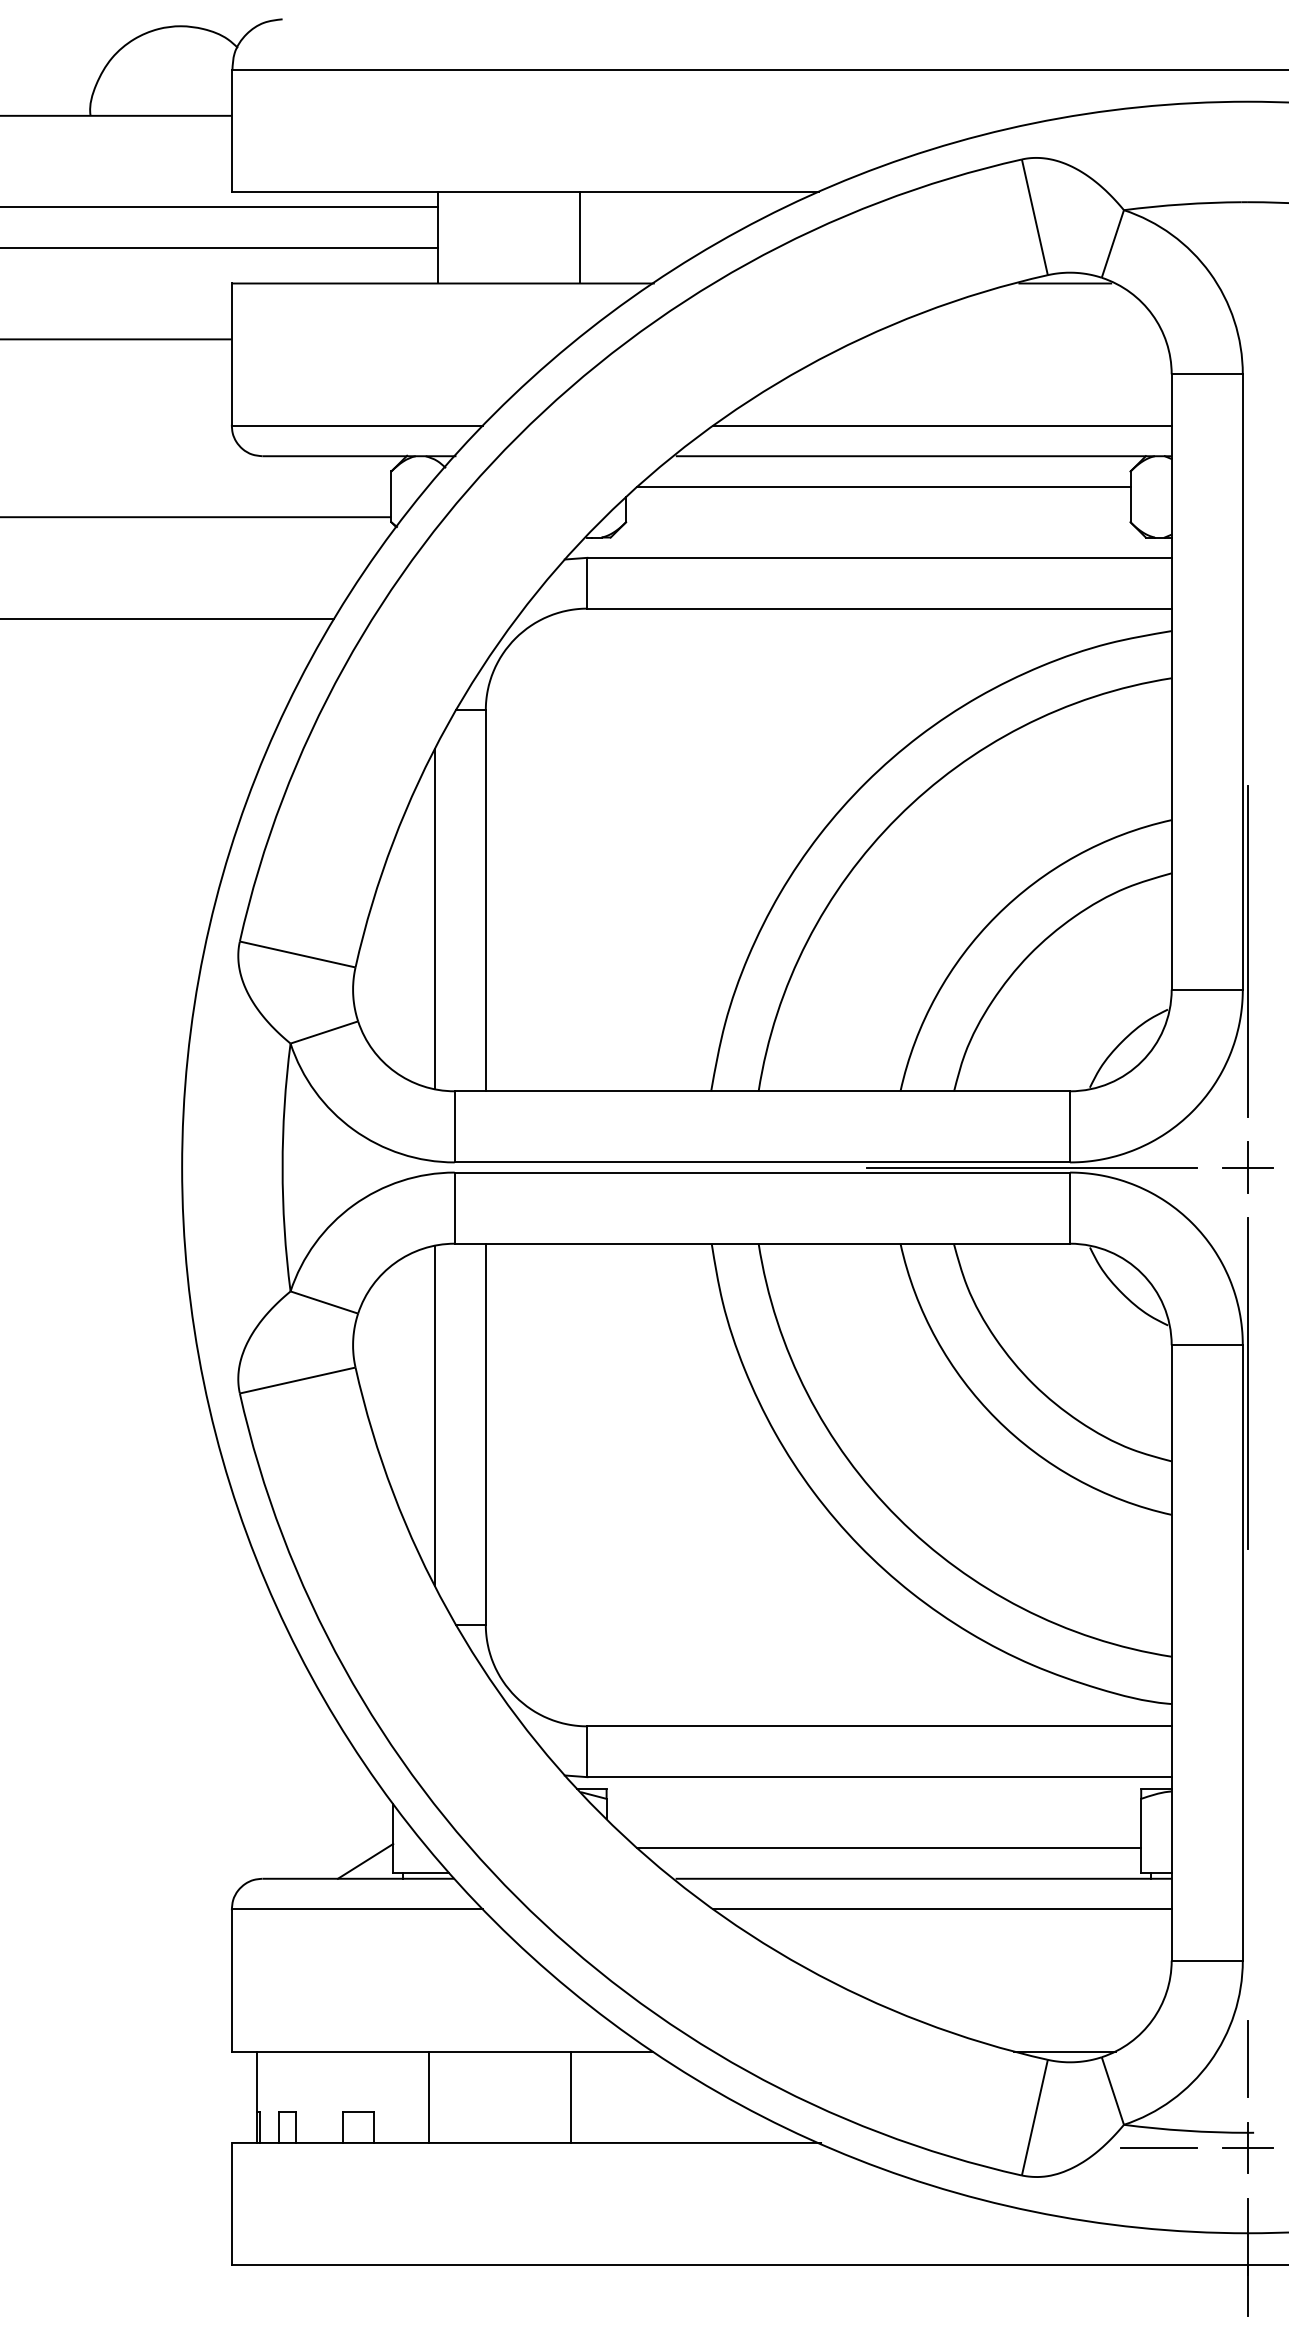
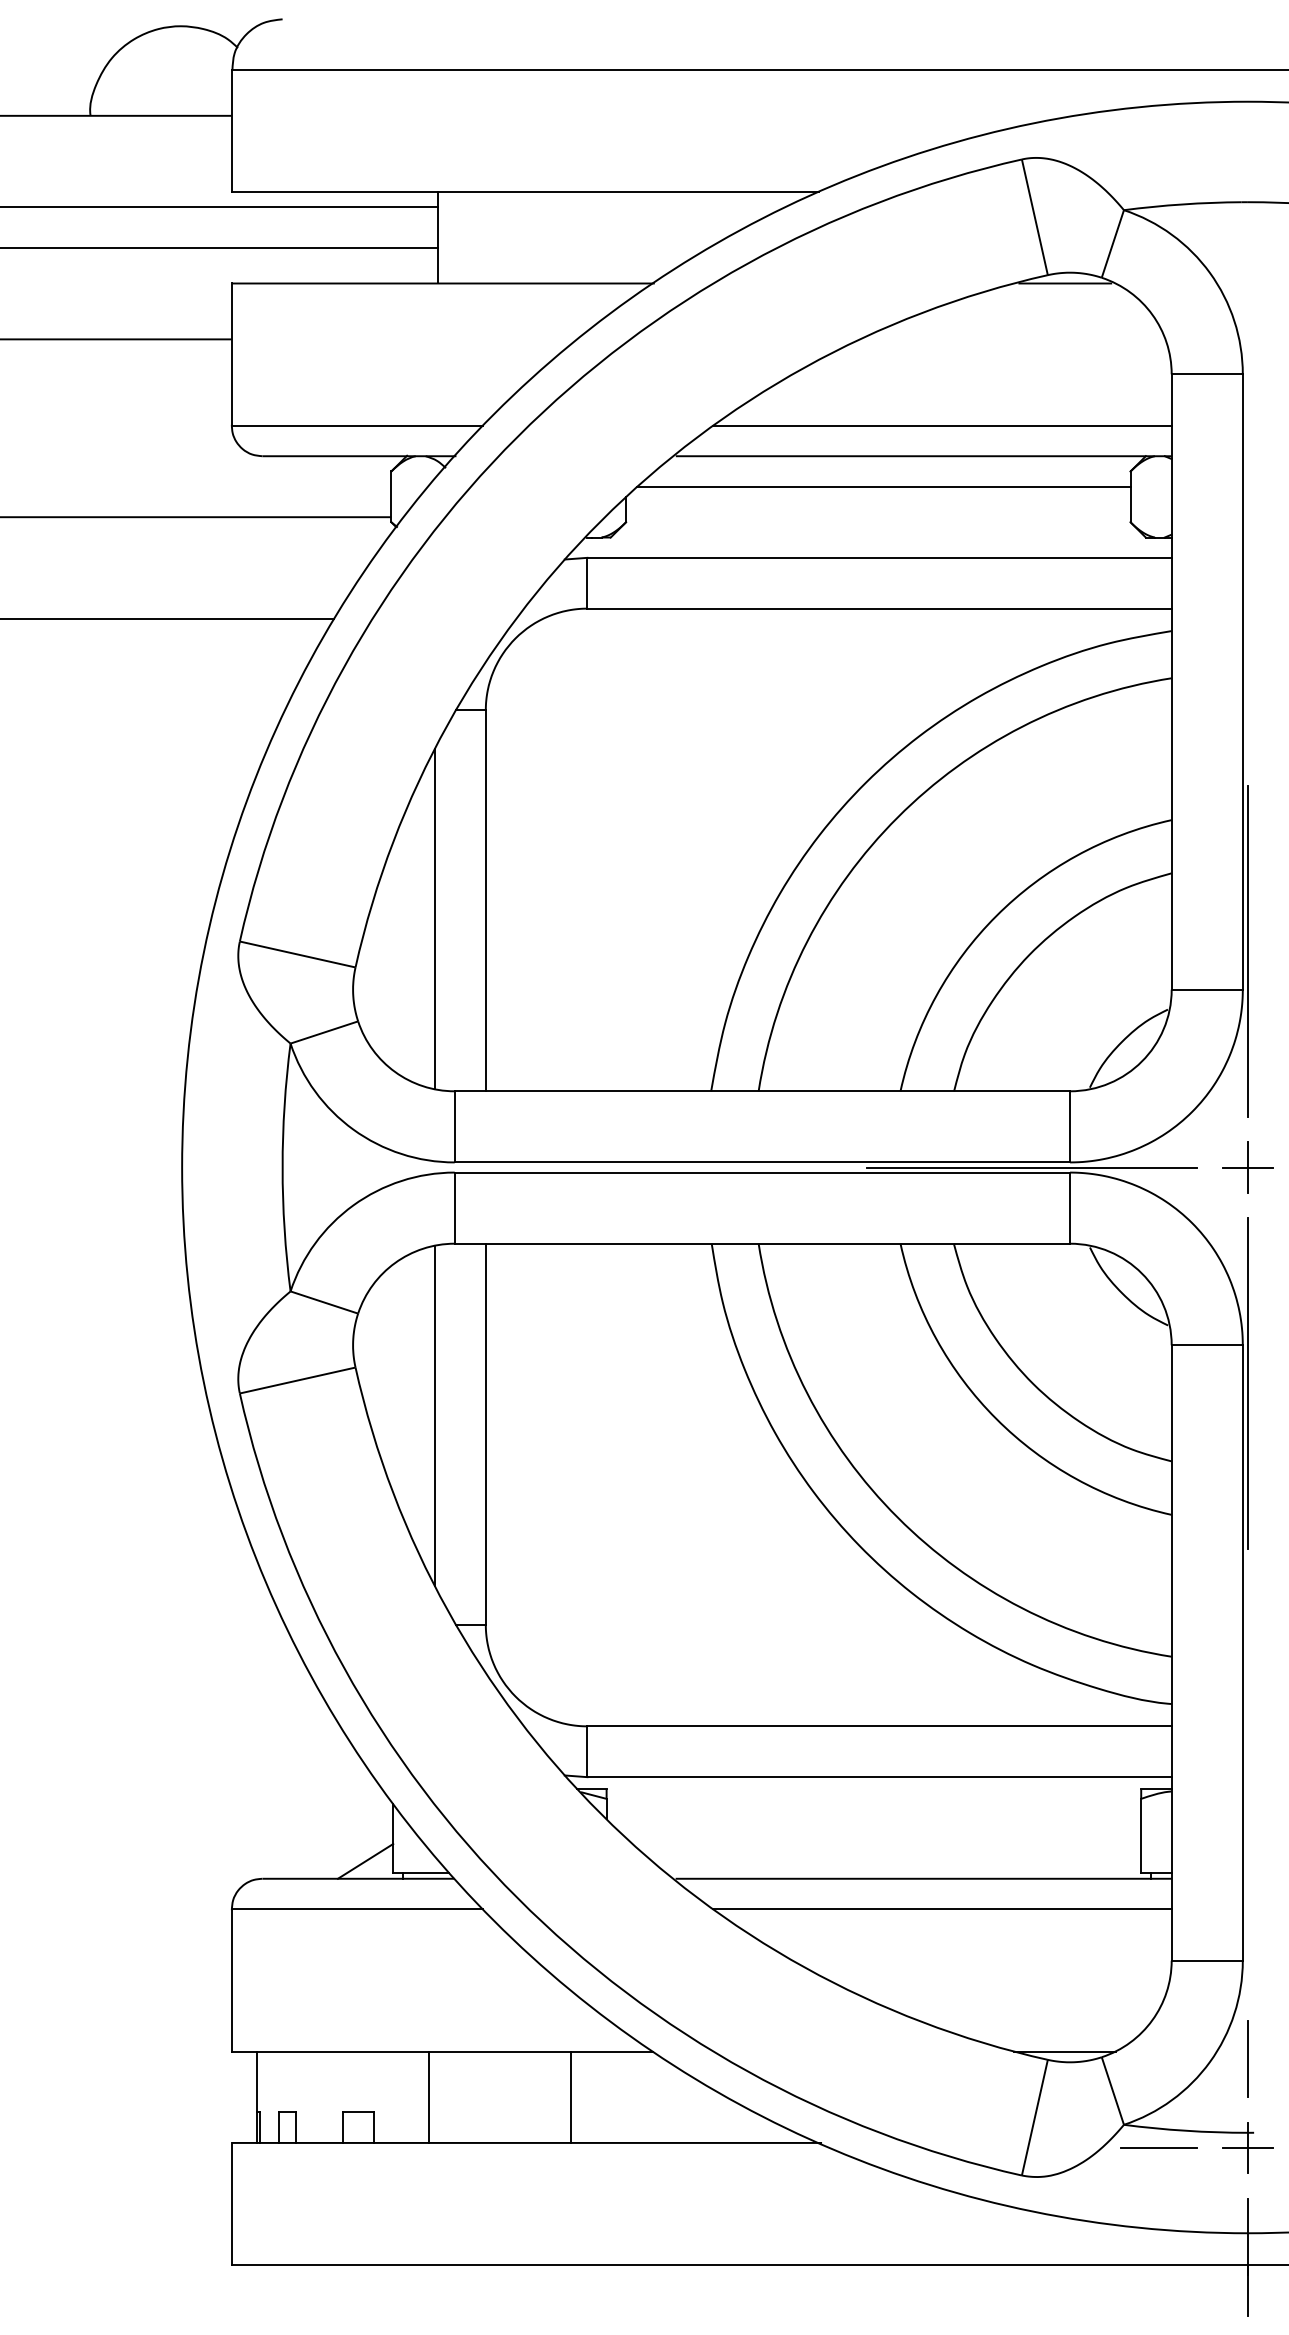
line at (579, 237): present -> none
line at (889, 1848): present -> none
